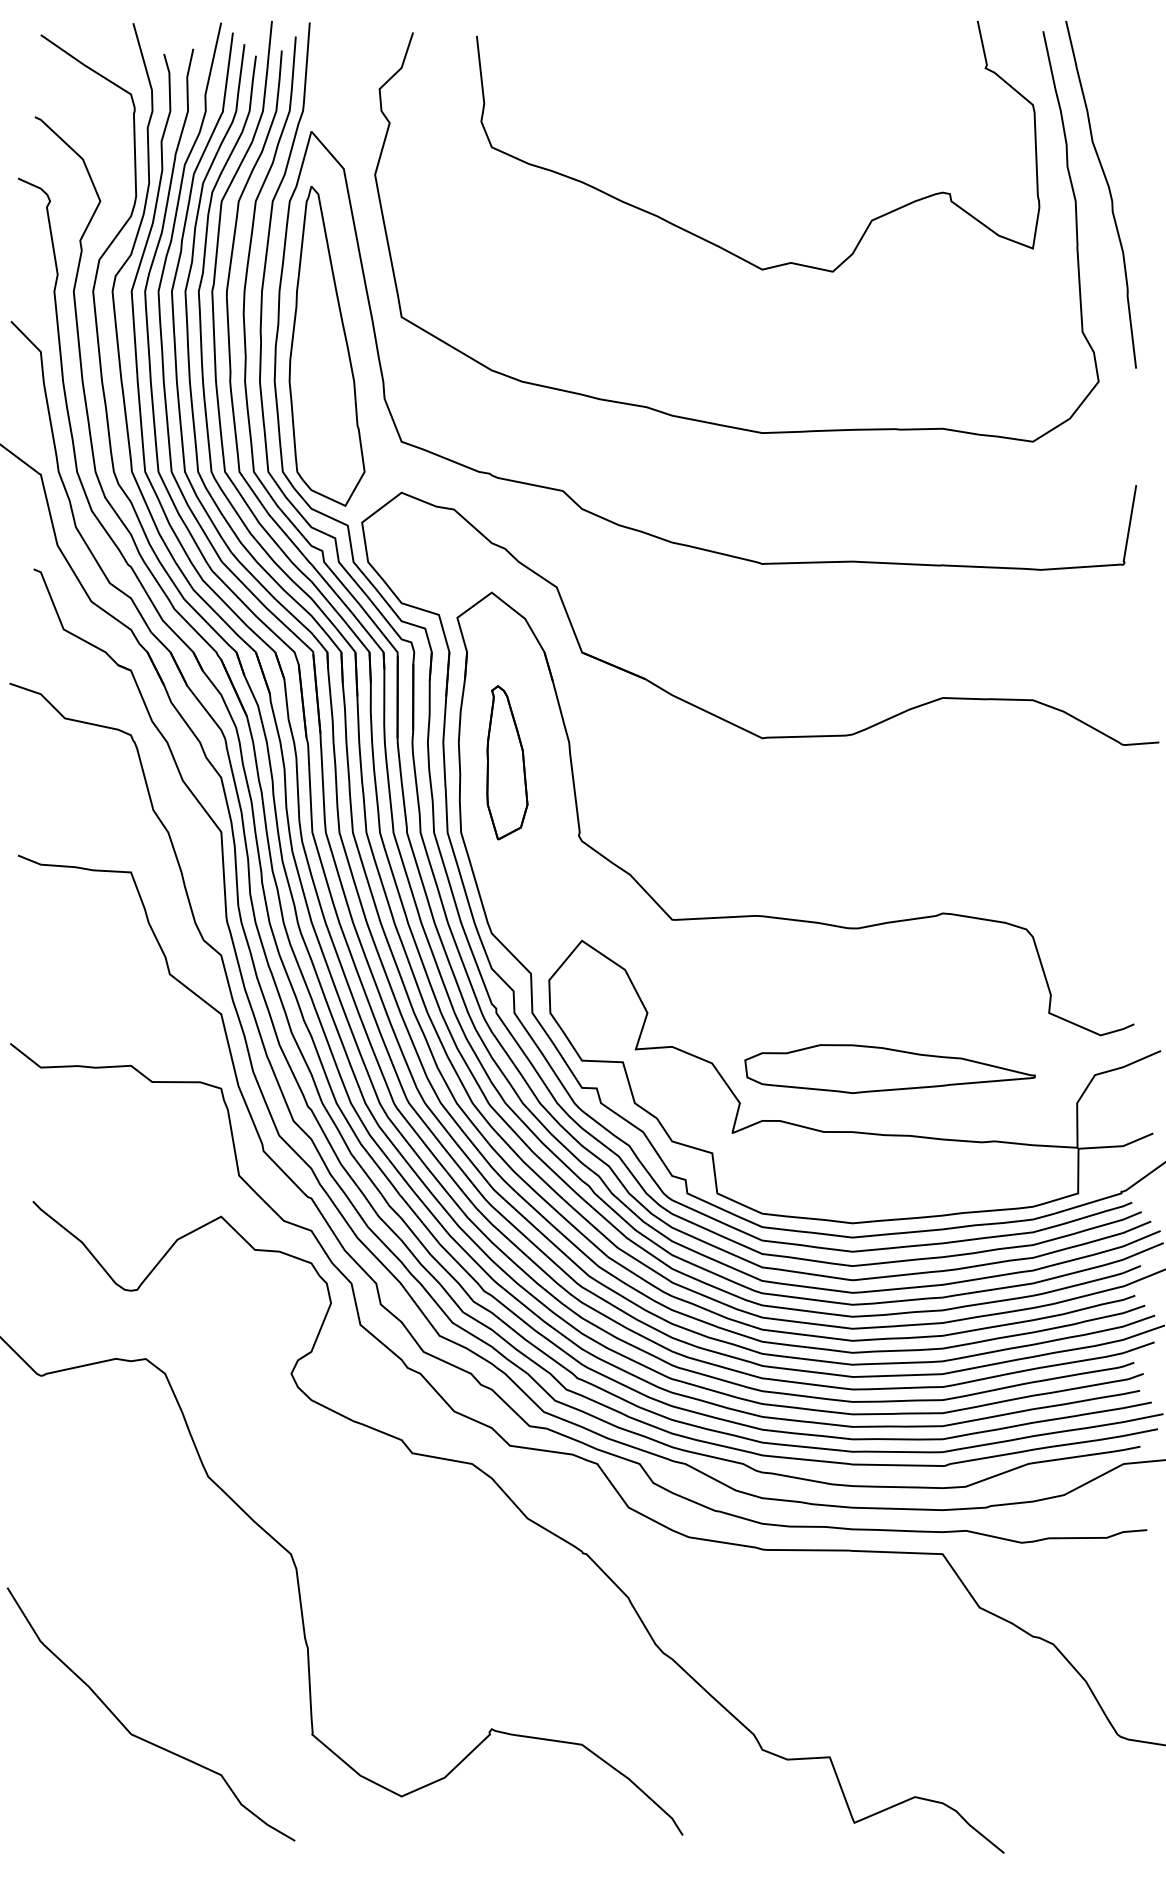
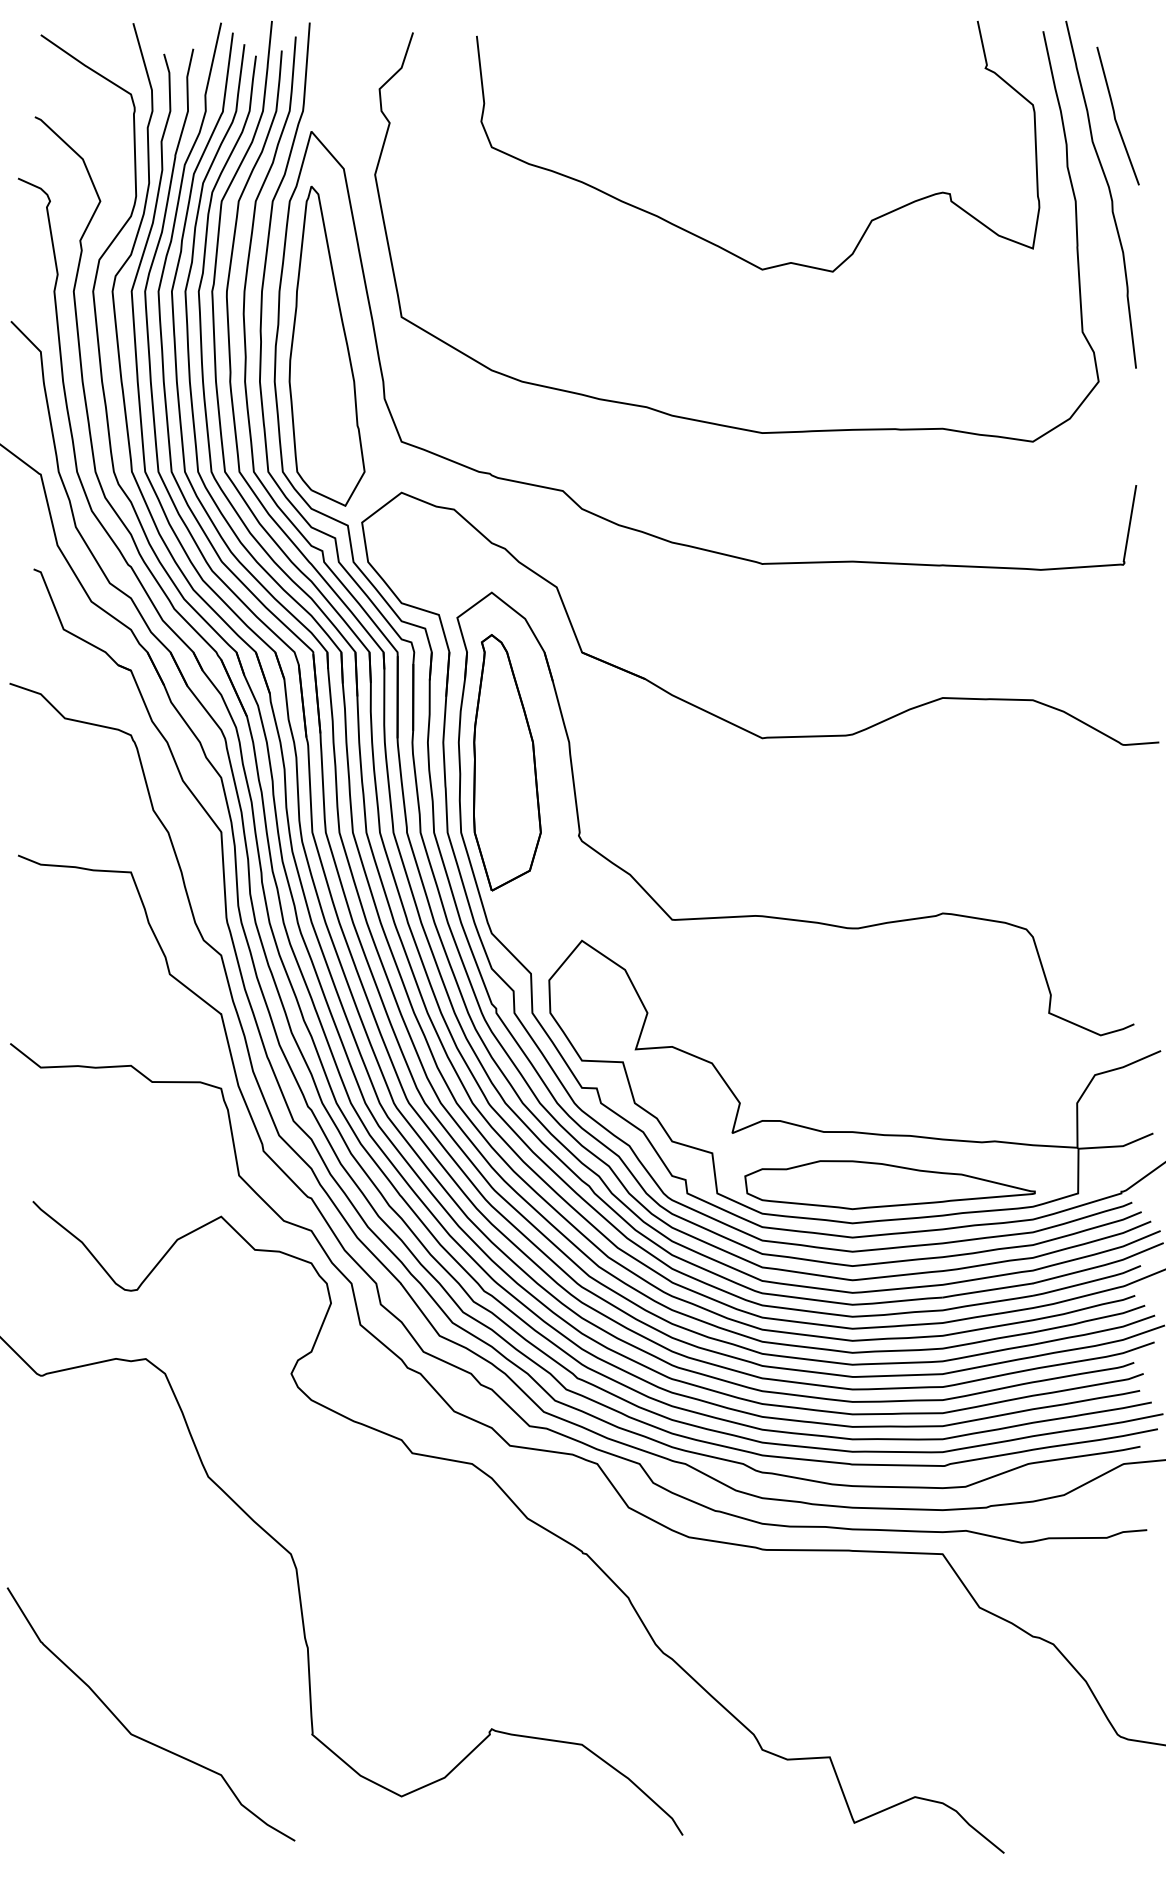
curve at (1115, 115): none -> present
part at (507, 762) size: 43x156 px -> 69x258 px
part at (889, 1069) position: (889, 1069) -> (889, 1185)
